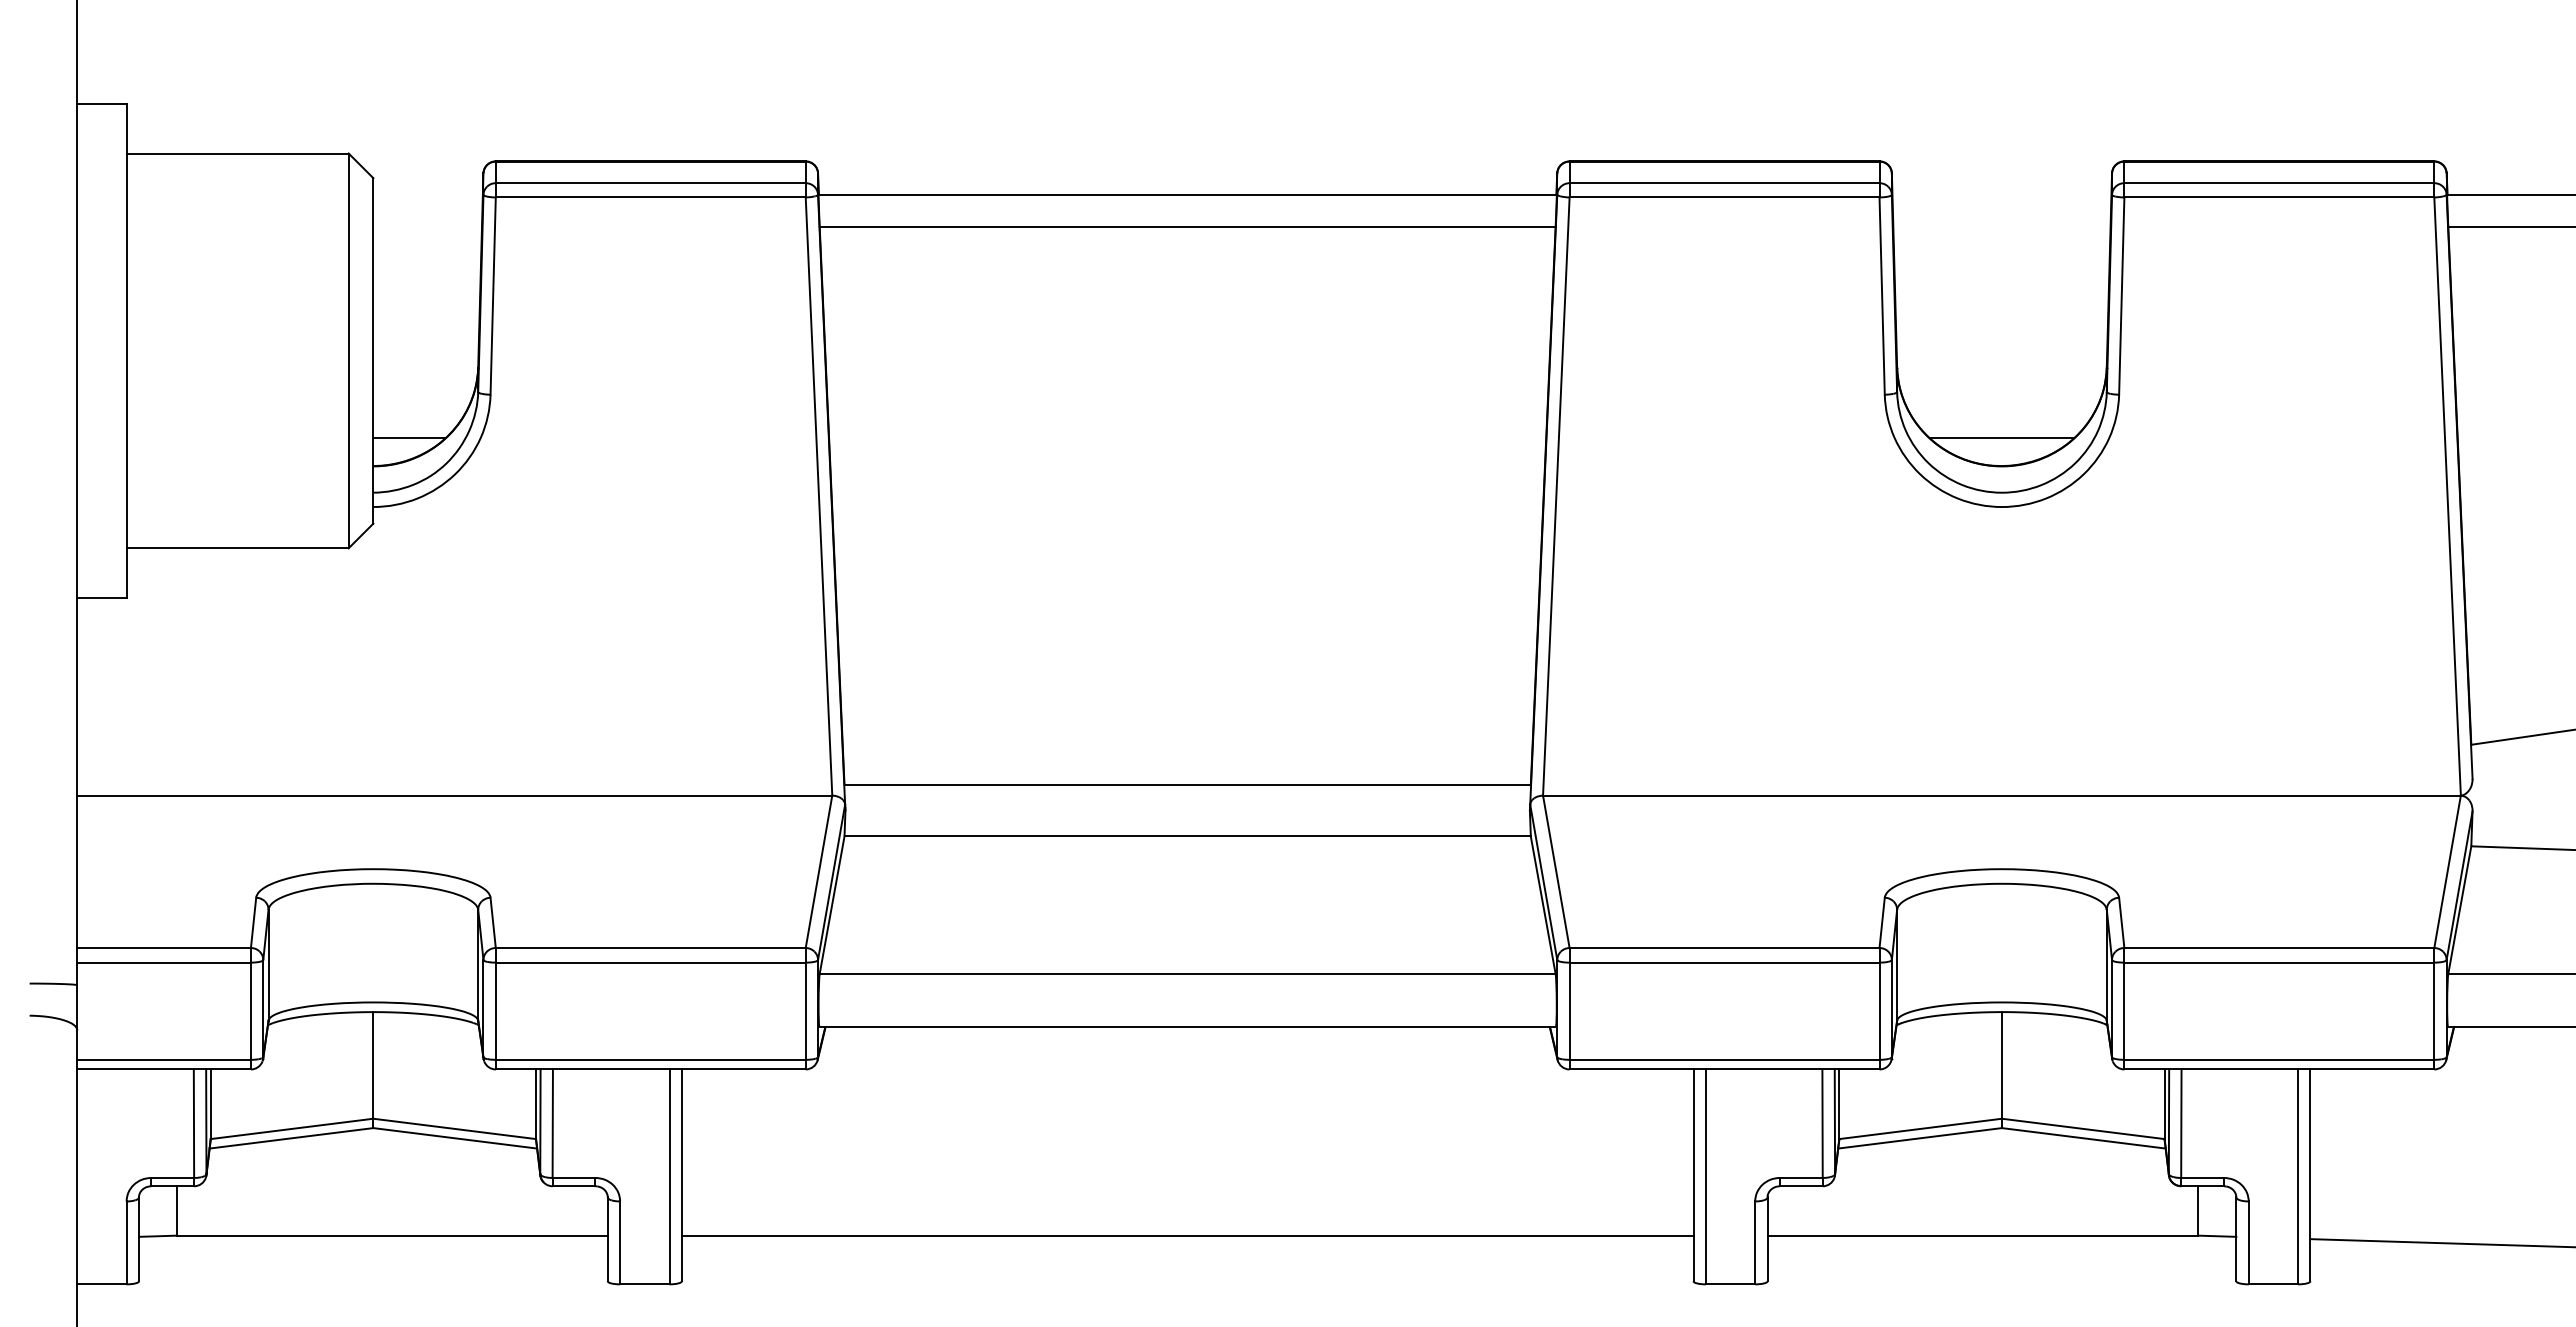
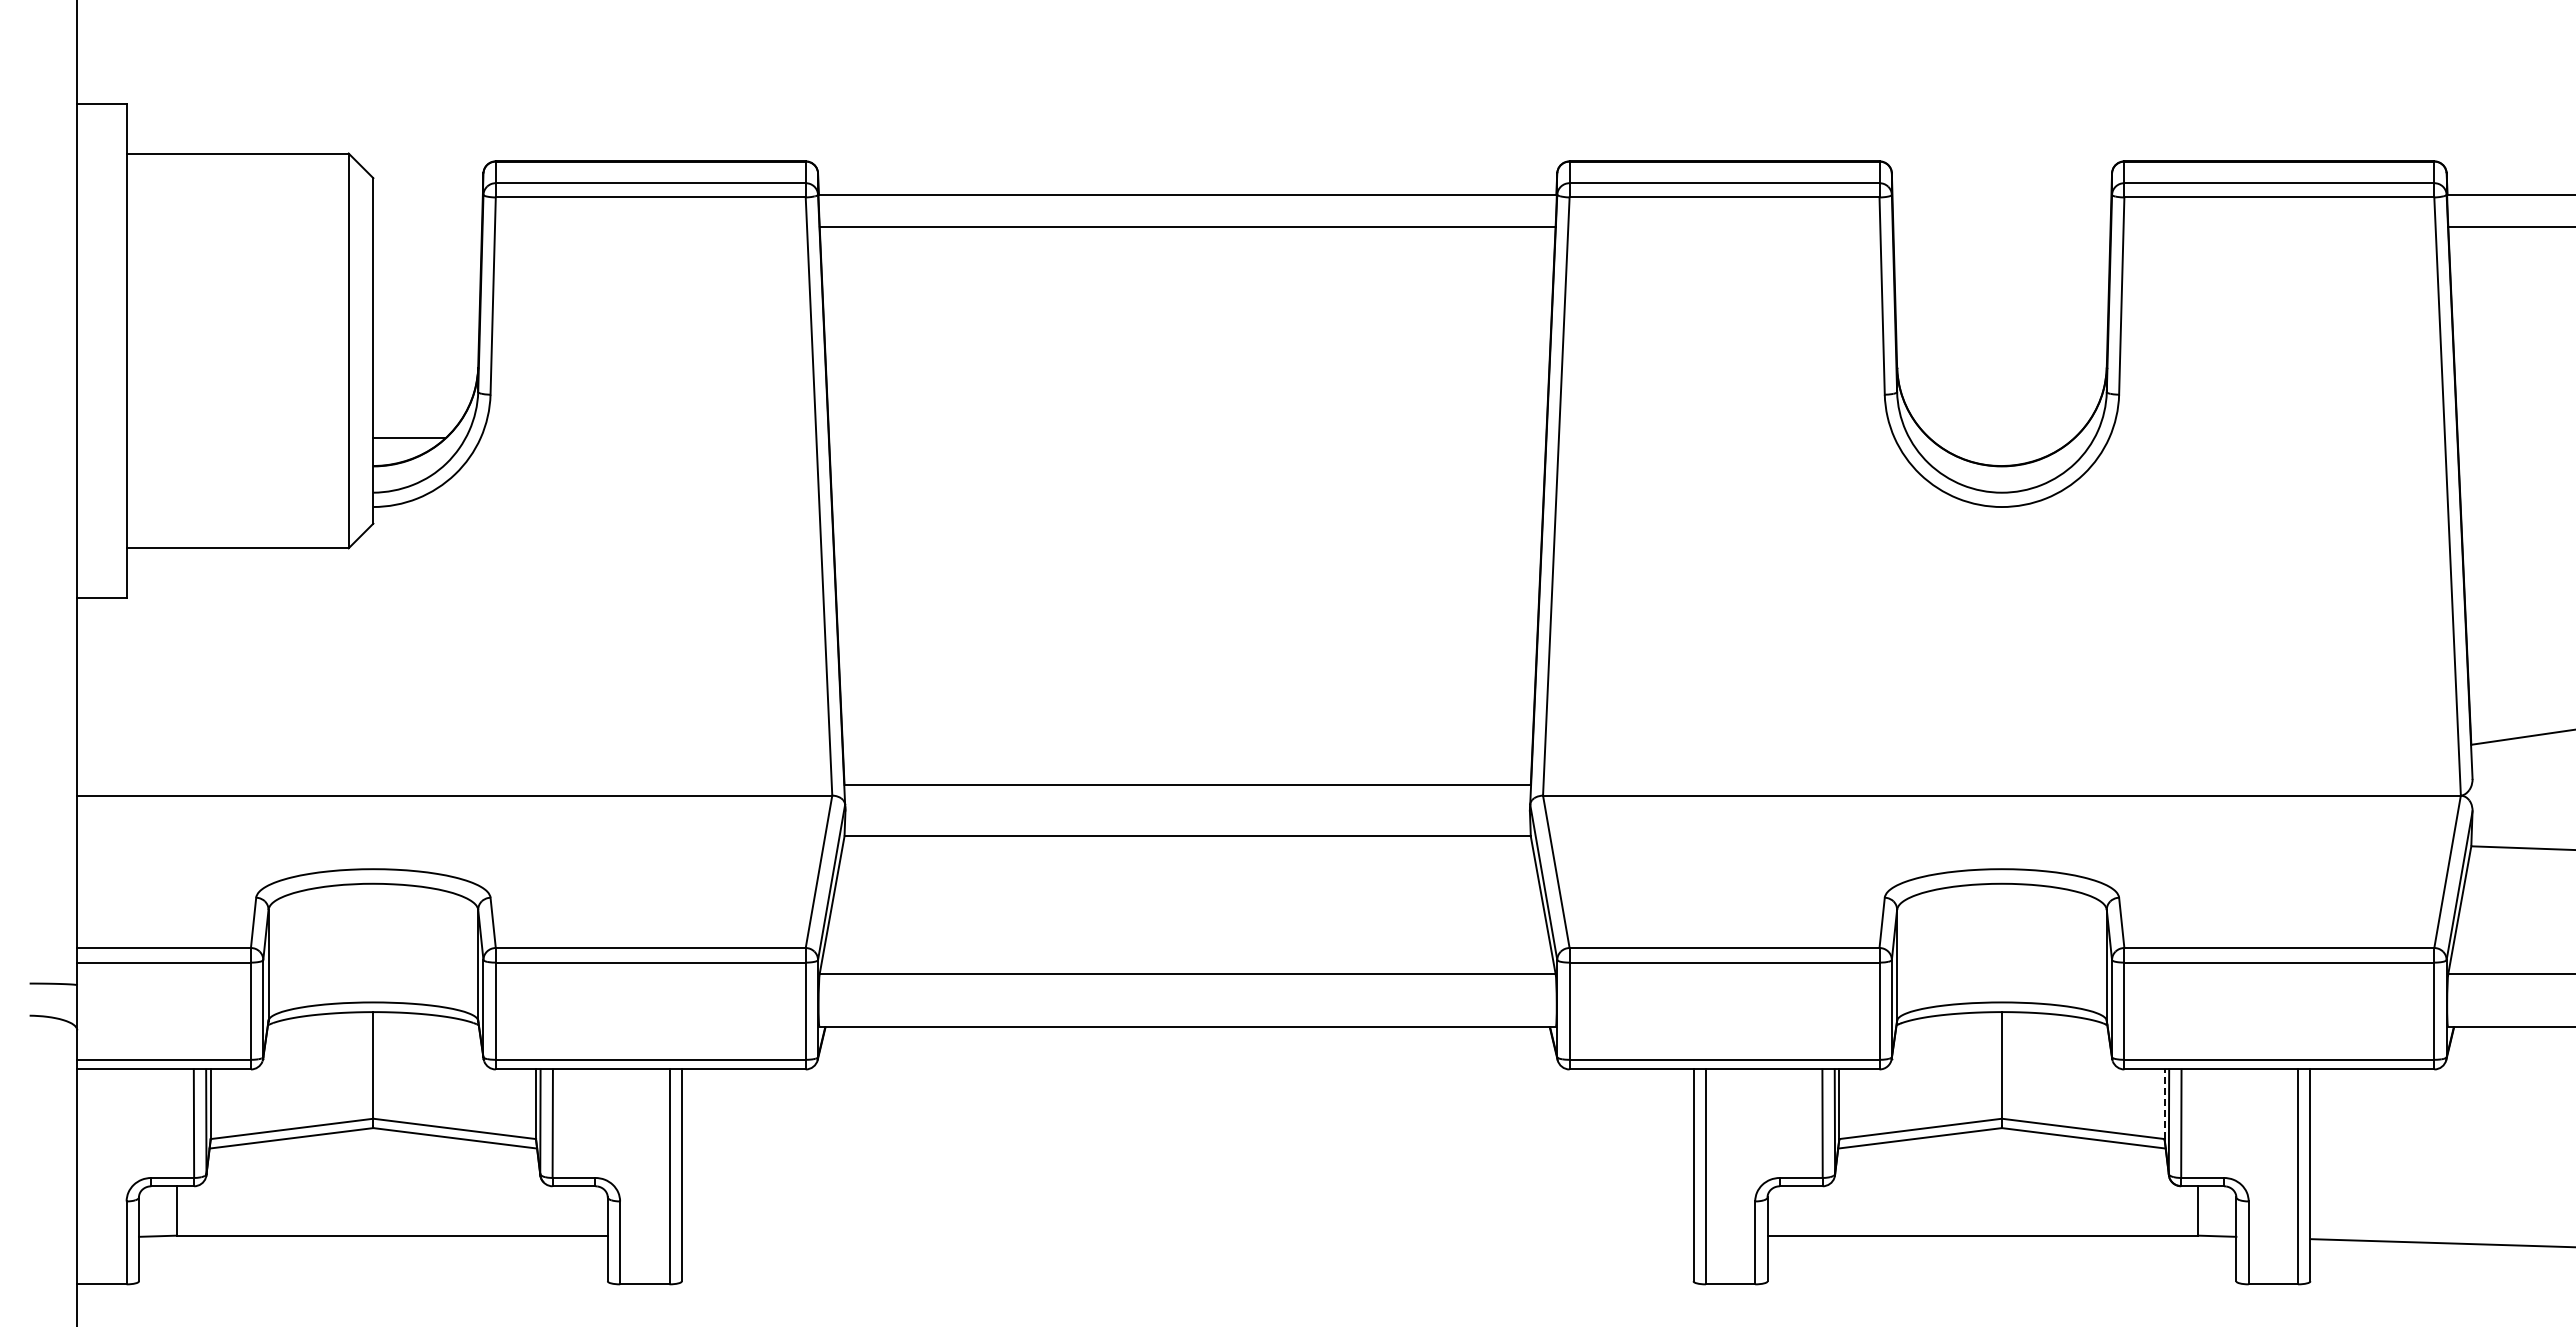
line at (2001, 438): present -> none
line at (2164, 1104): solid -> dashed
line at (1187, 1235): present -> none
